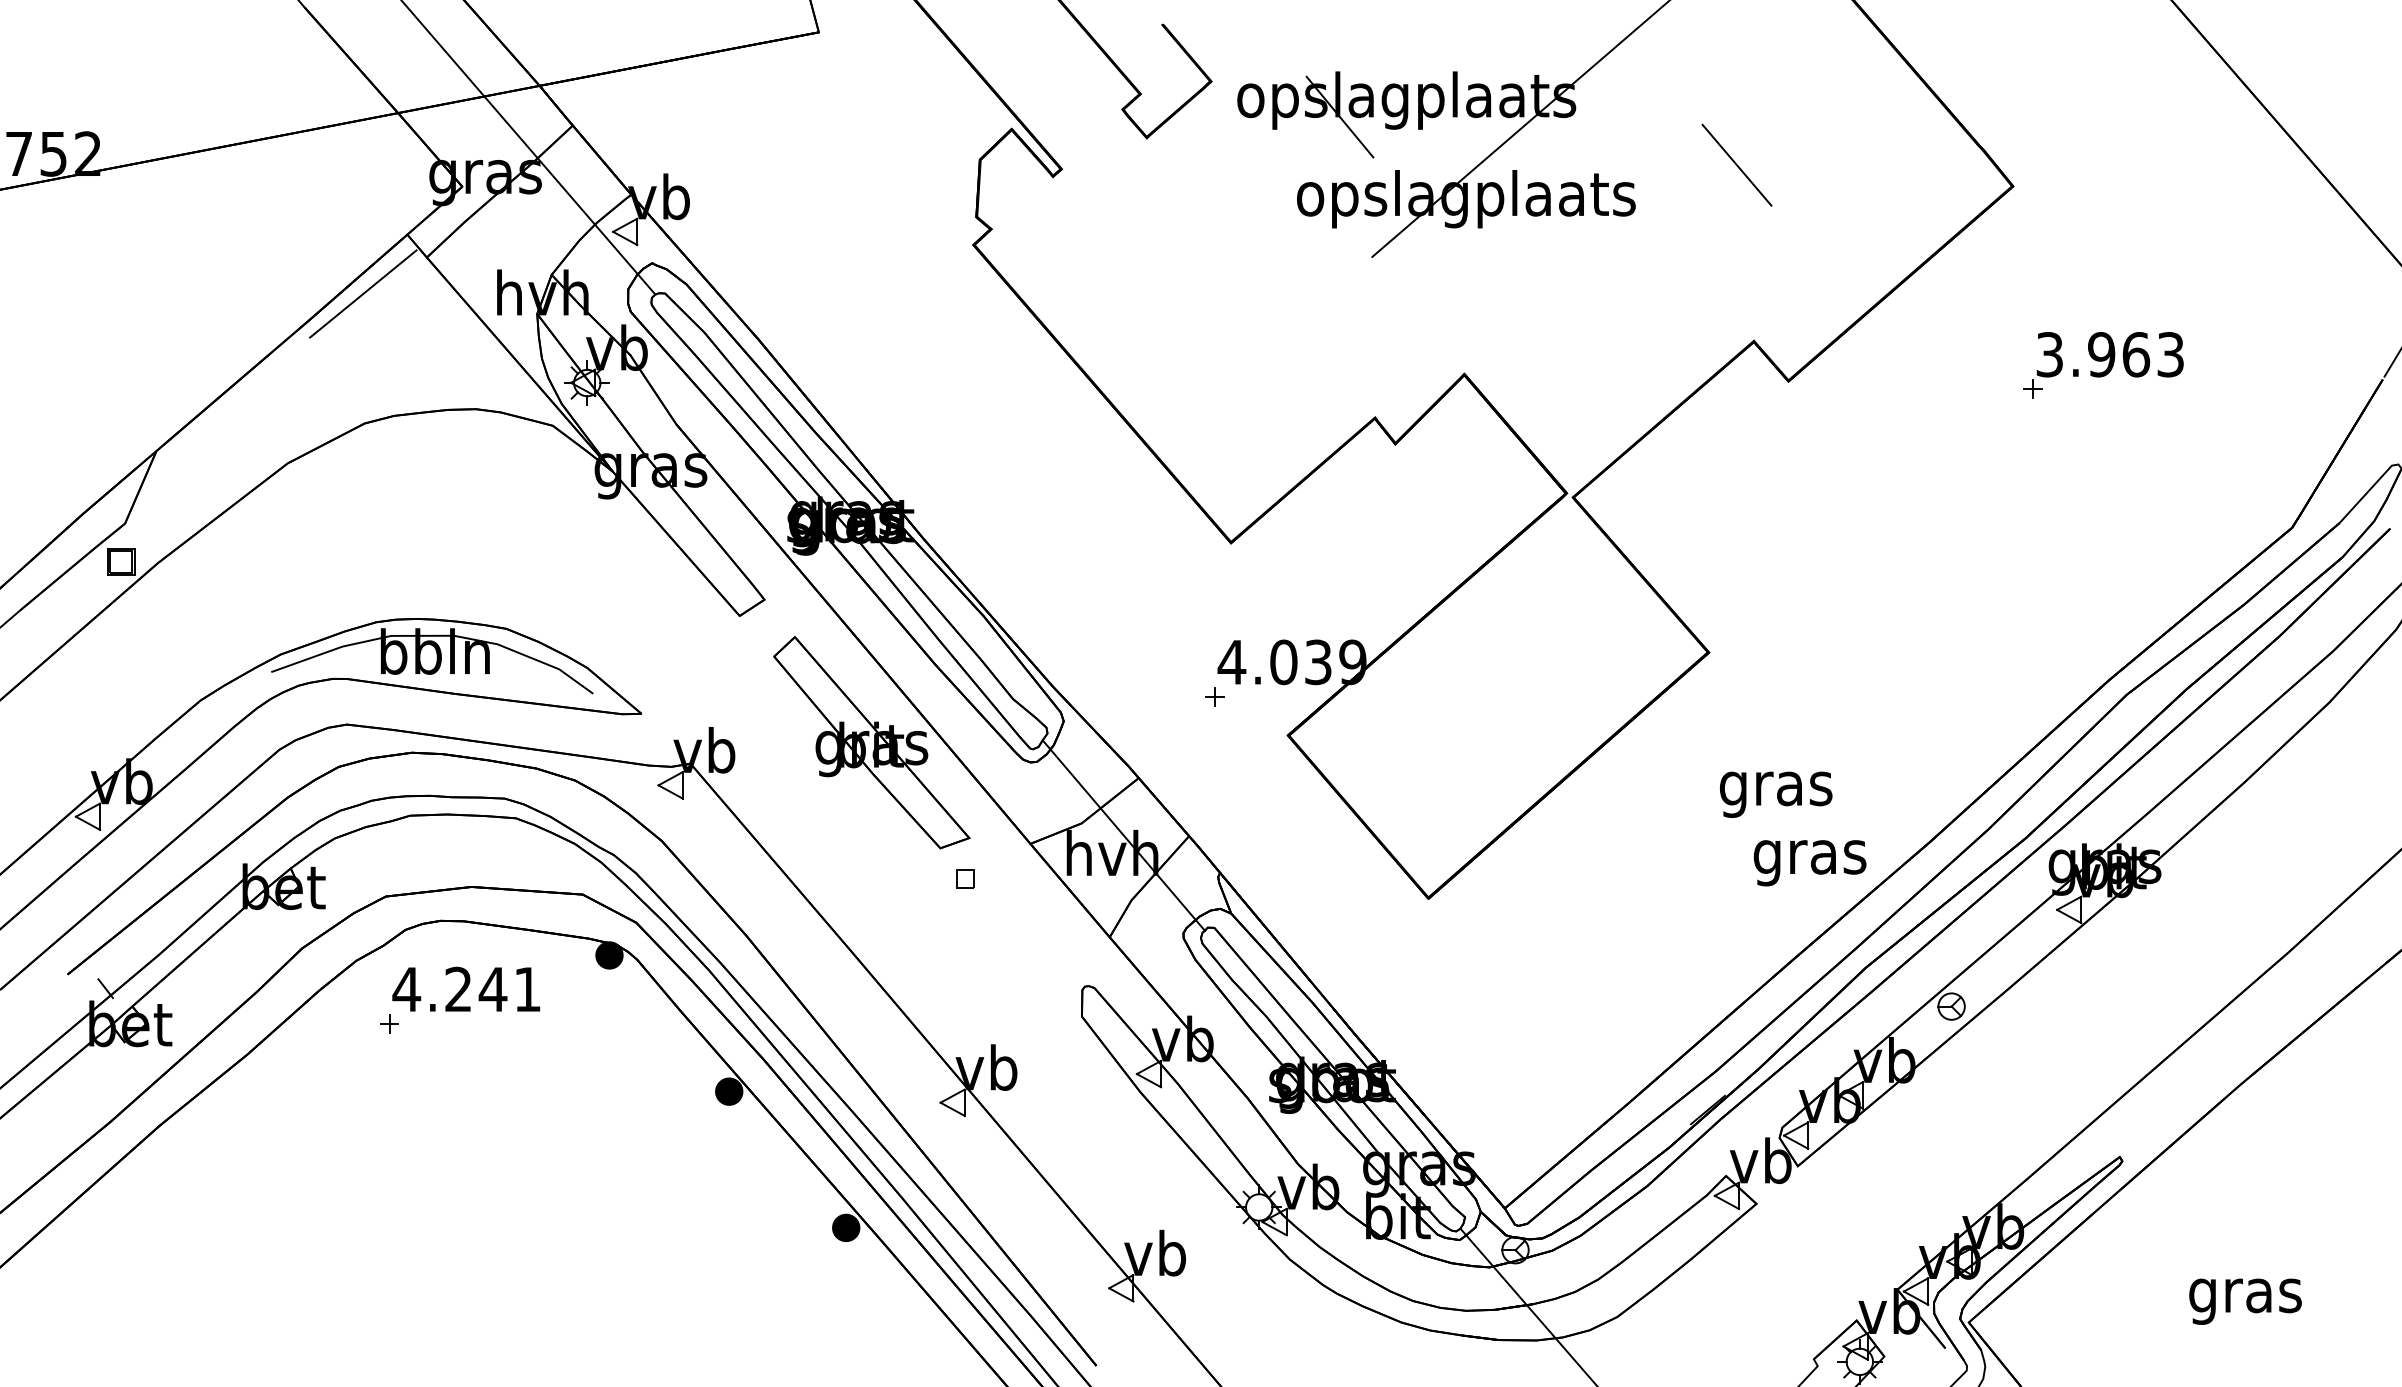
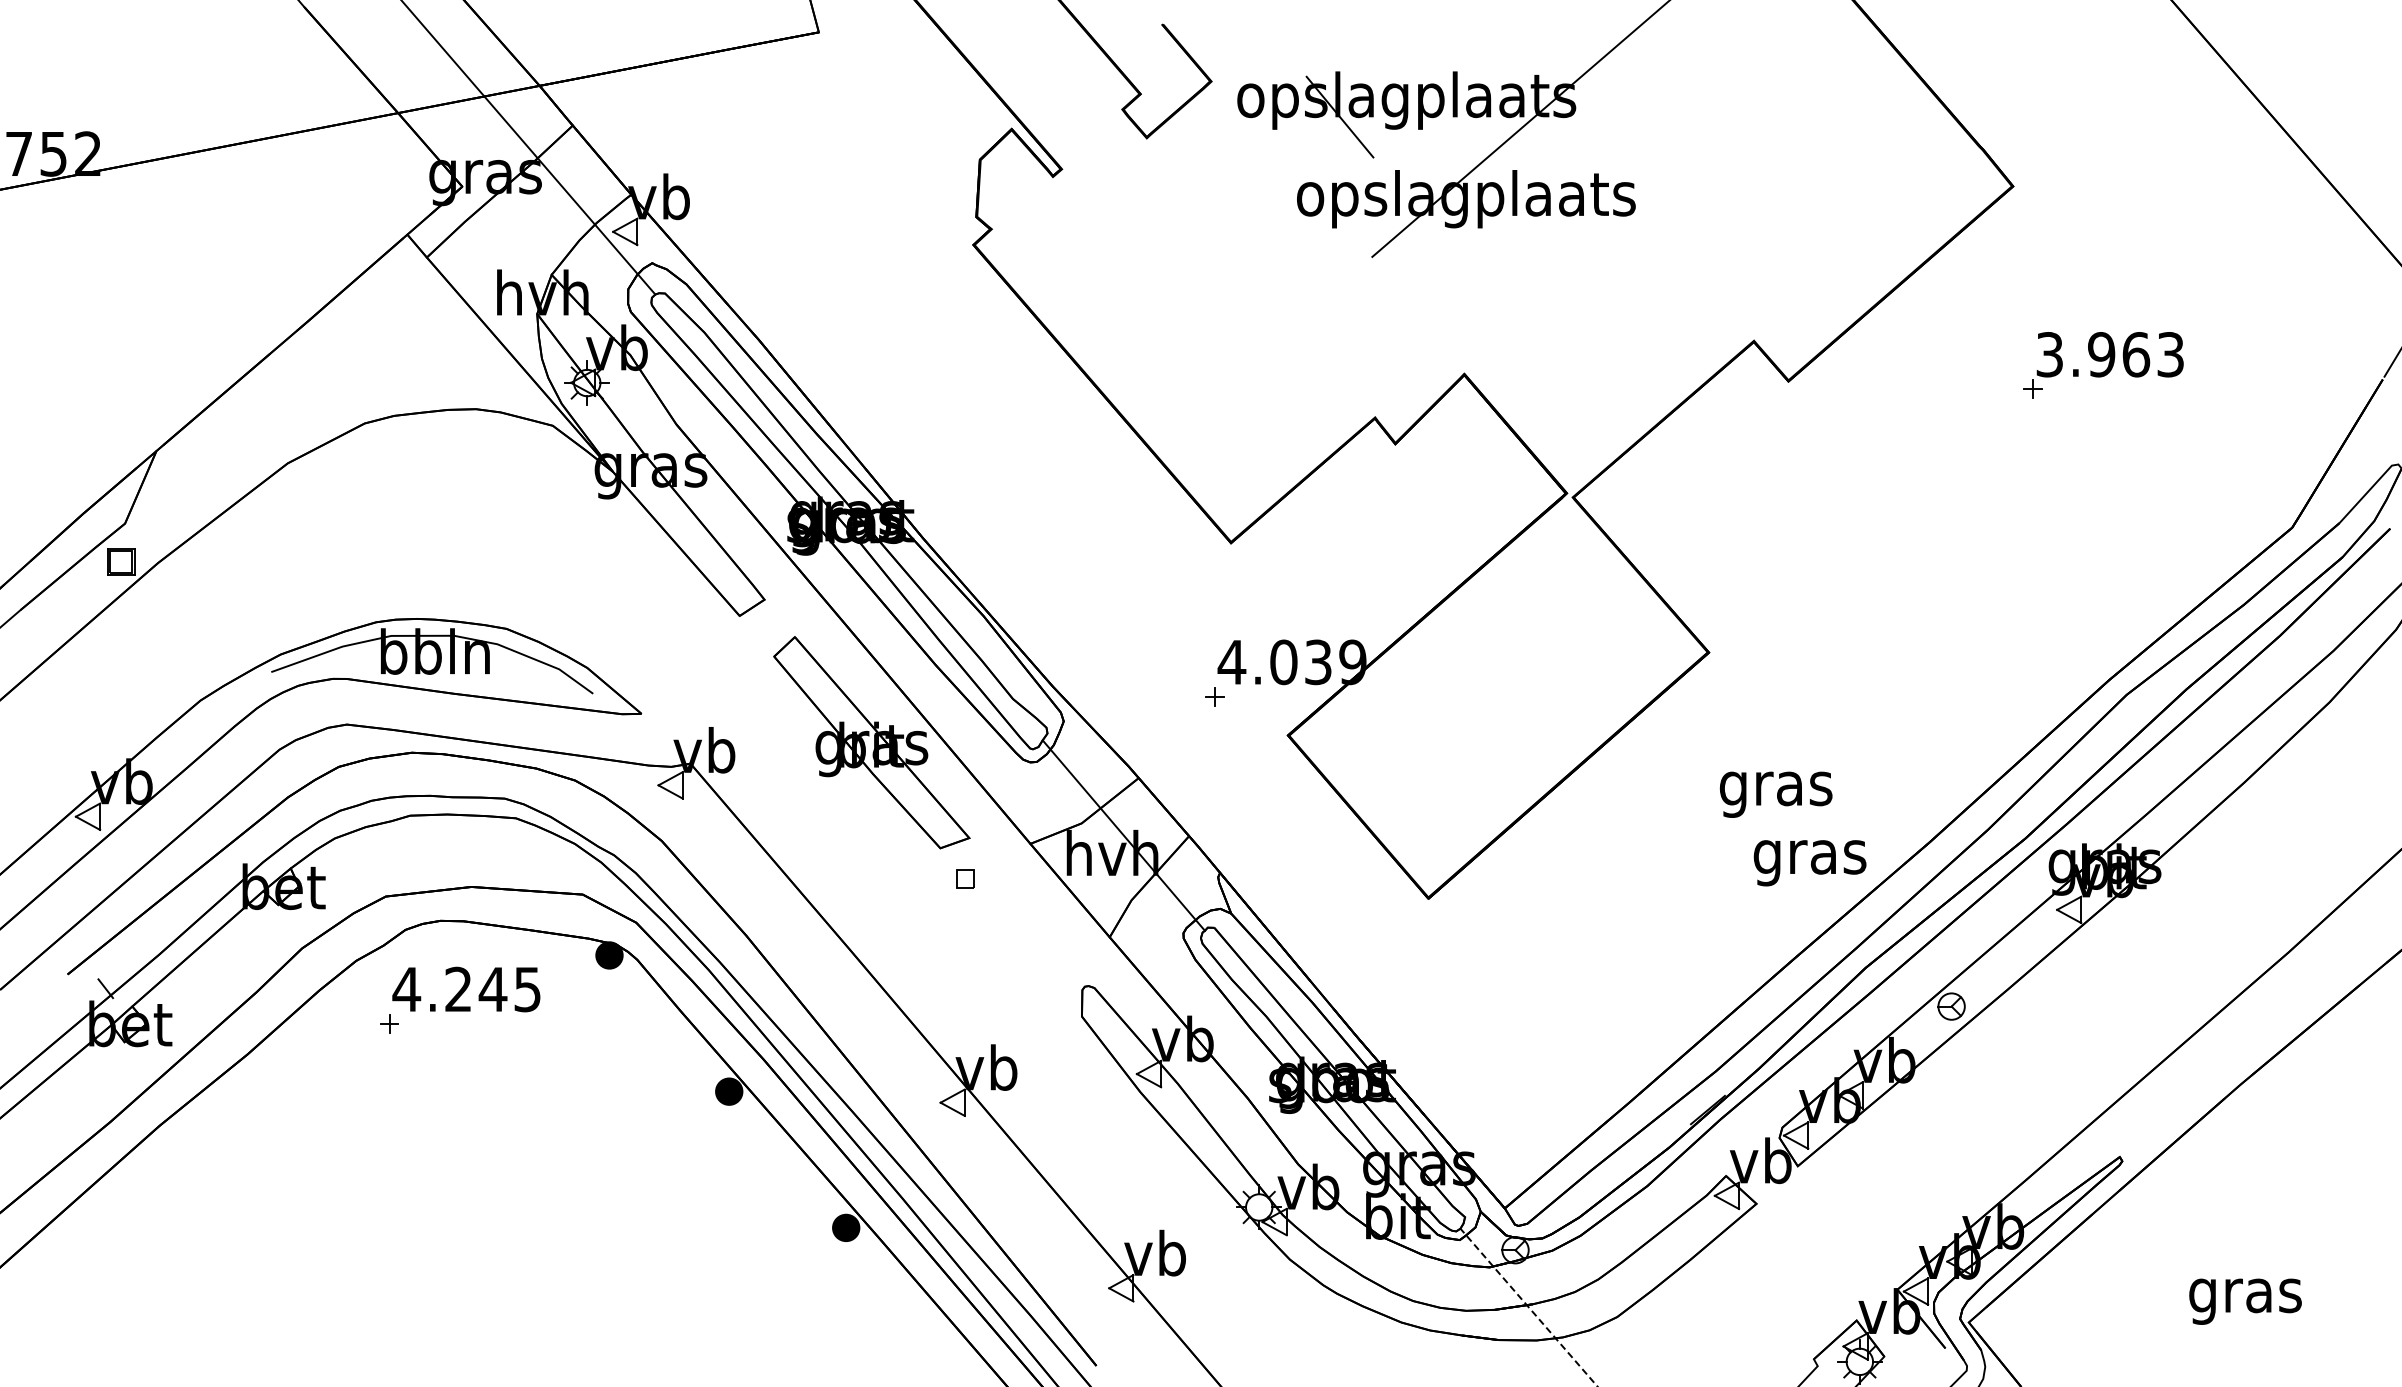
line at (1736, 164): present -> none
line at (363, 293): present -> none
text at (527, 989): 4.241 -> 4.245
line at (1528, 1307): solid -> dashed
